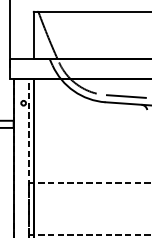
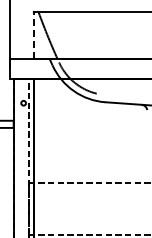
line at (33, 35): solid -> dashed
line at (126, 96): present -> none
